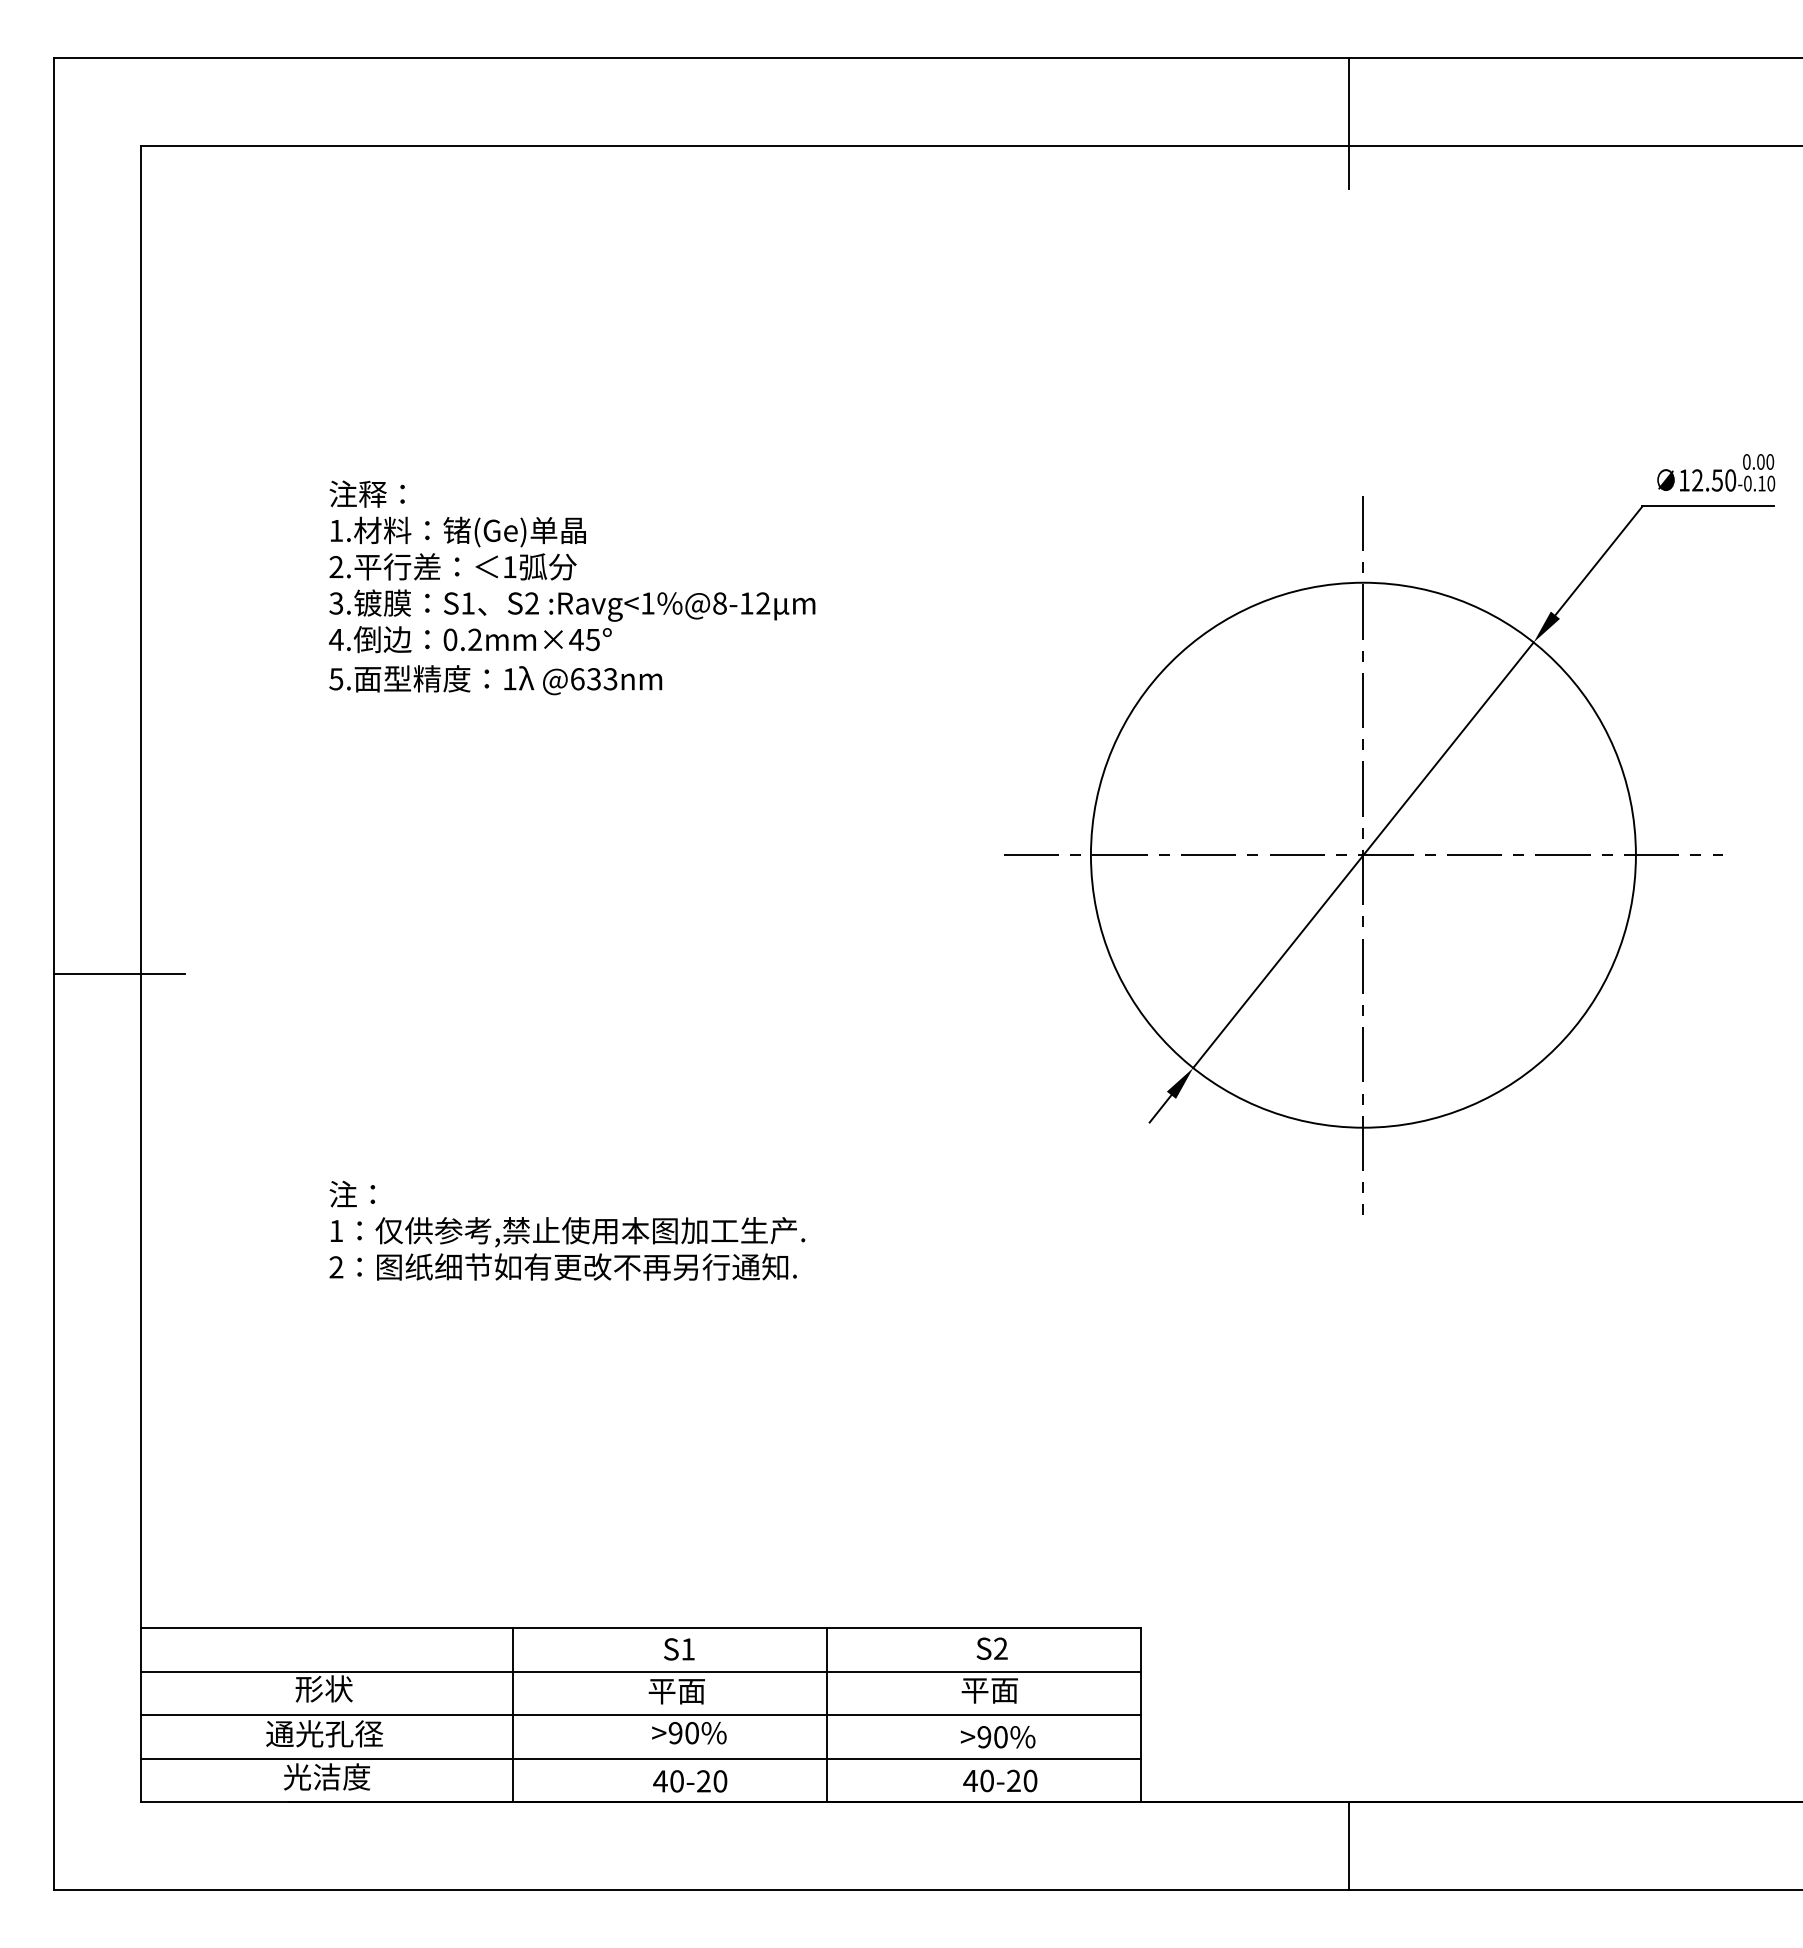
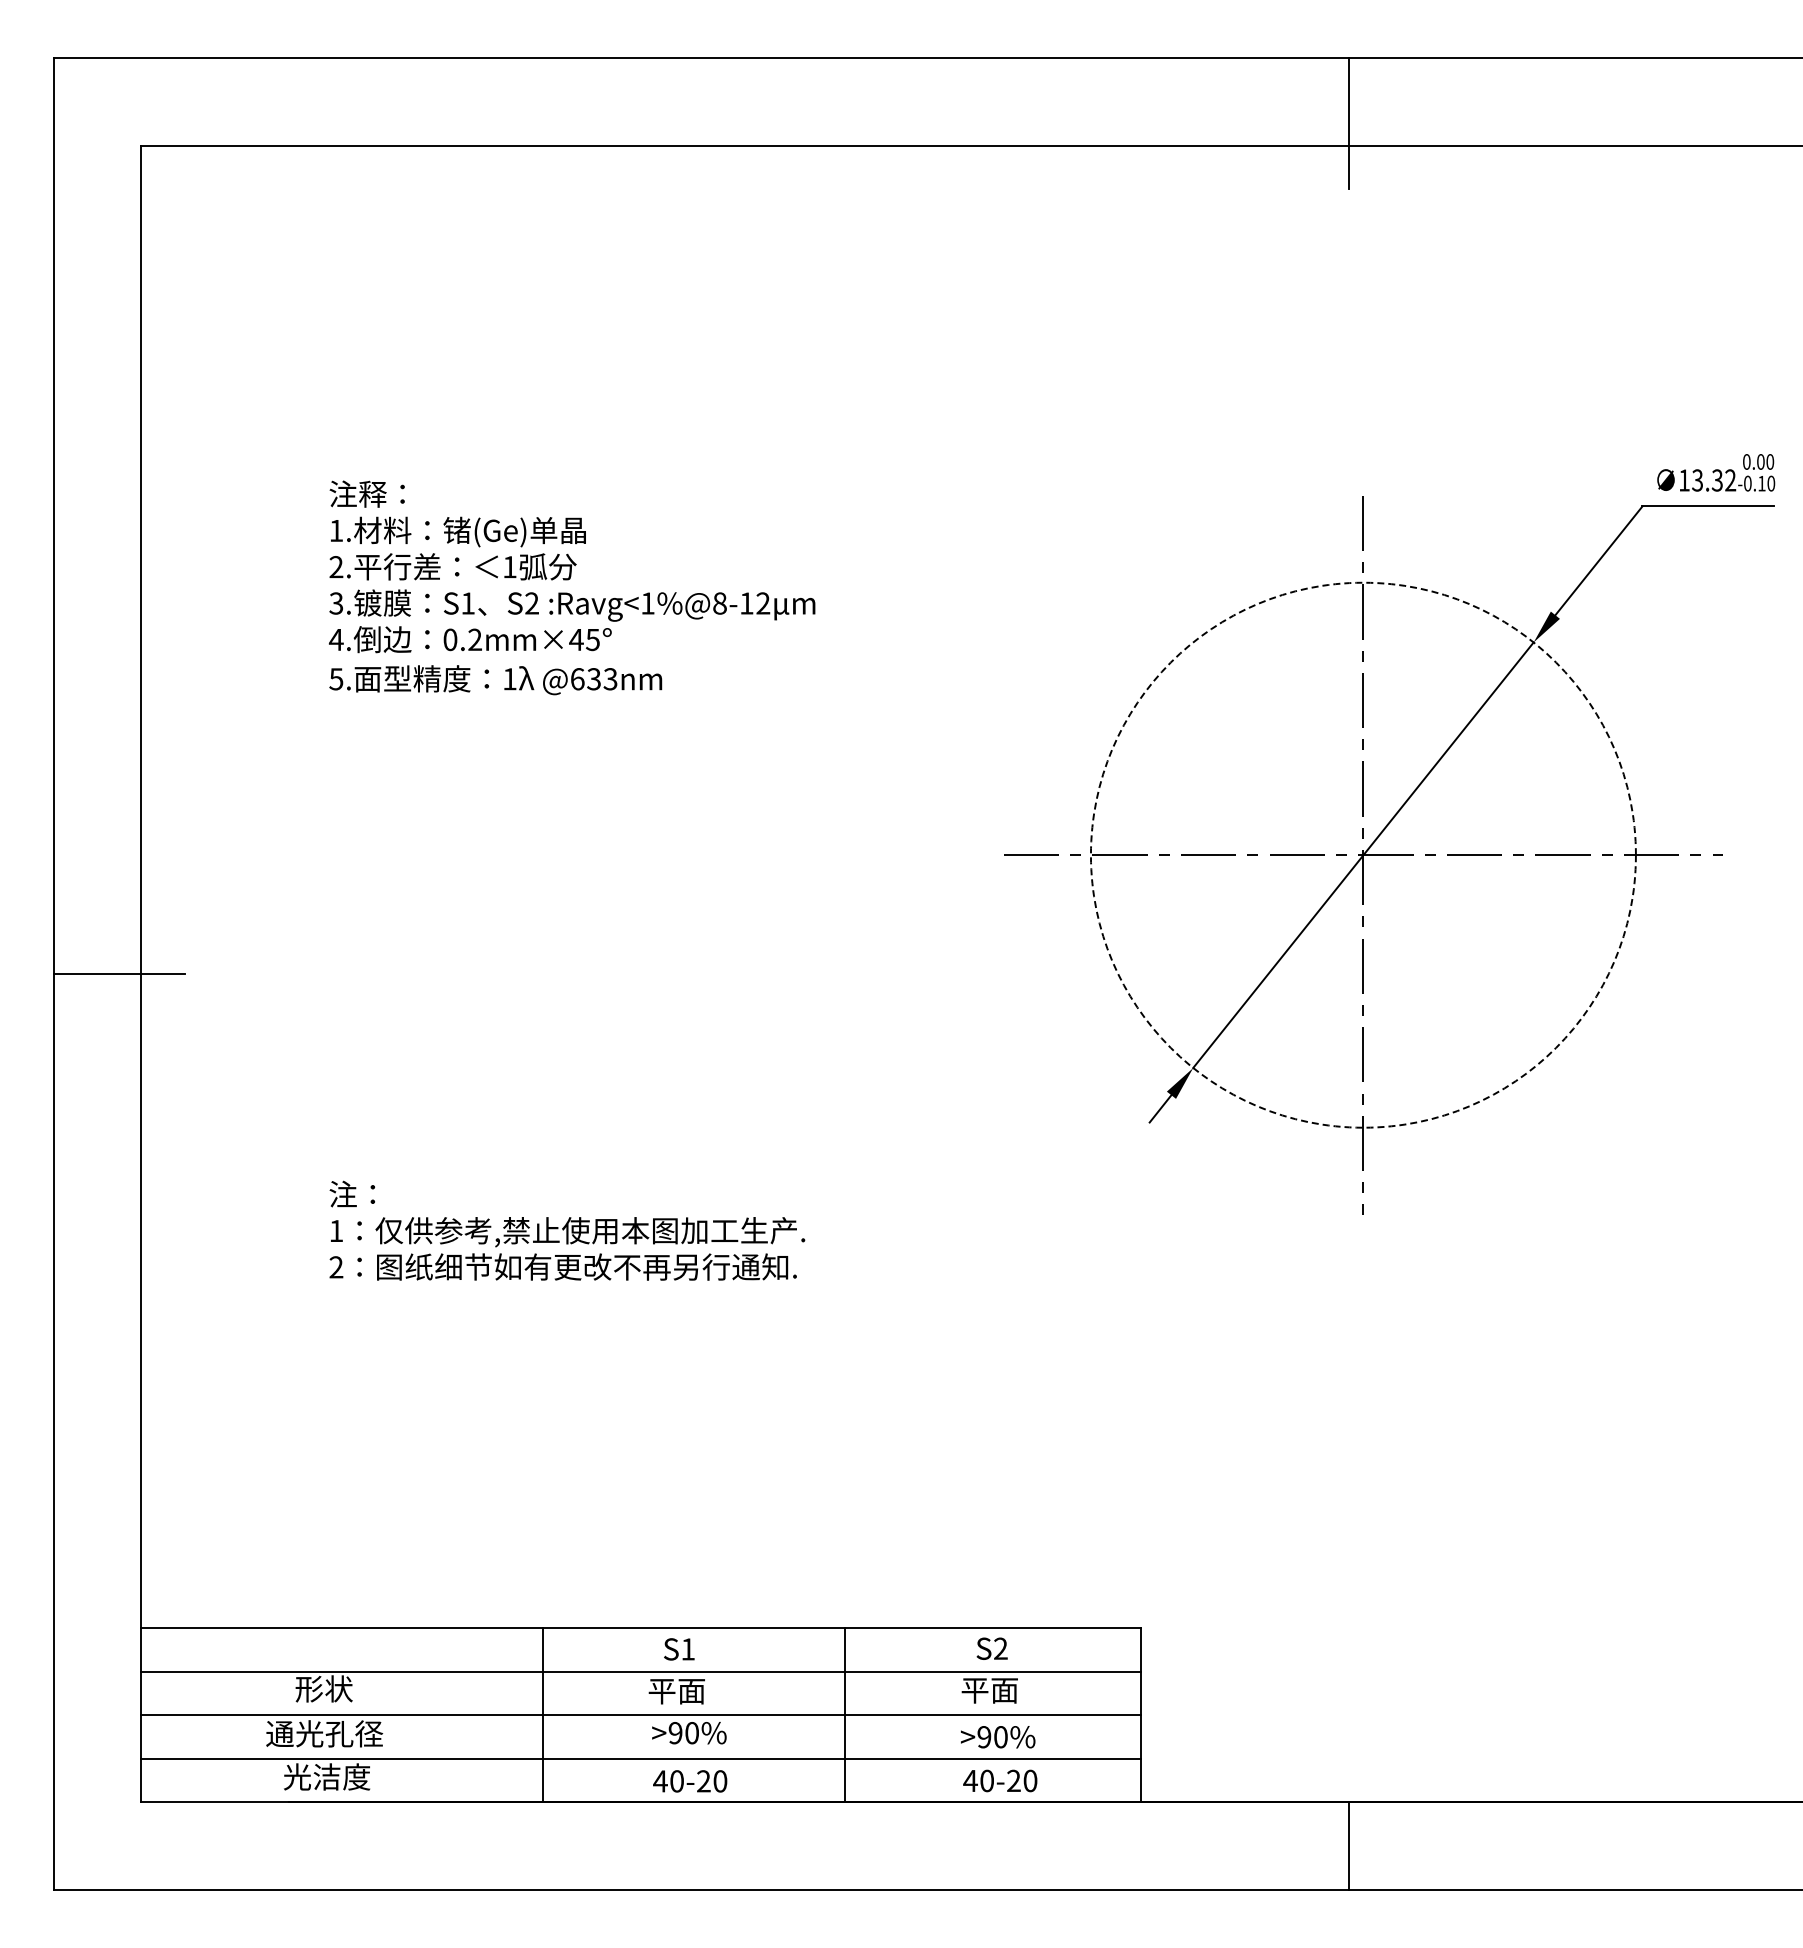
text at (1714, 480): 12.50 -> 13.32
circle at (1362, 854): solid -> dashed
line at (513, 1714) position: (513, 1714) -> (543, 1714)
line at (826, 1714) position: (826, 1714) -> (844, 1714)
